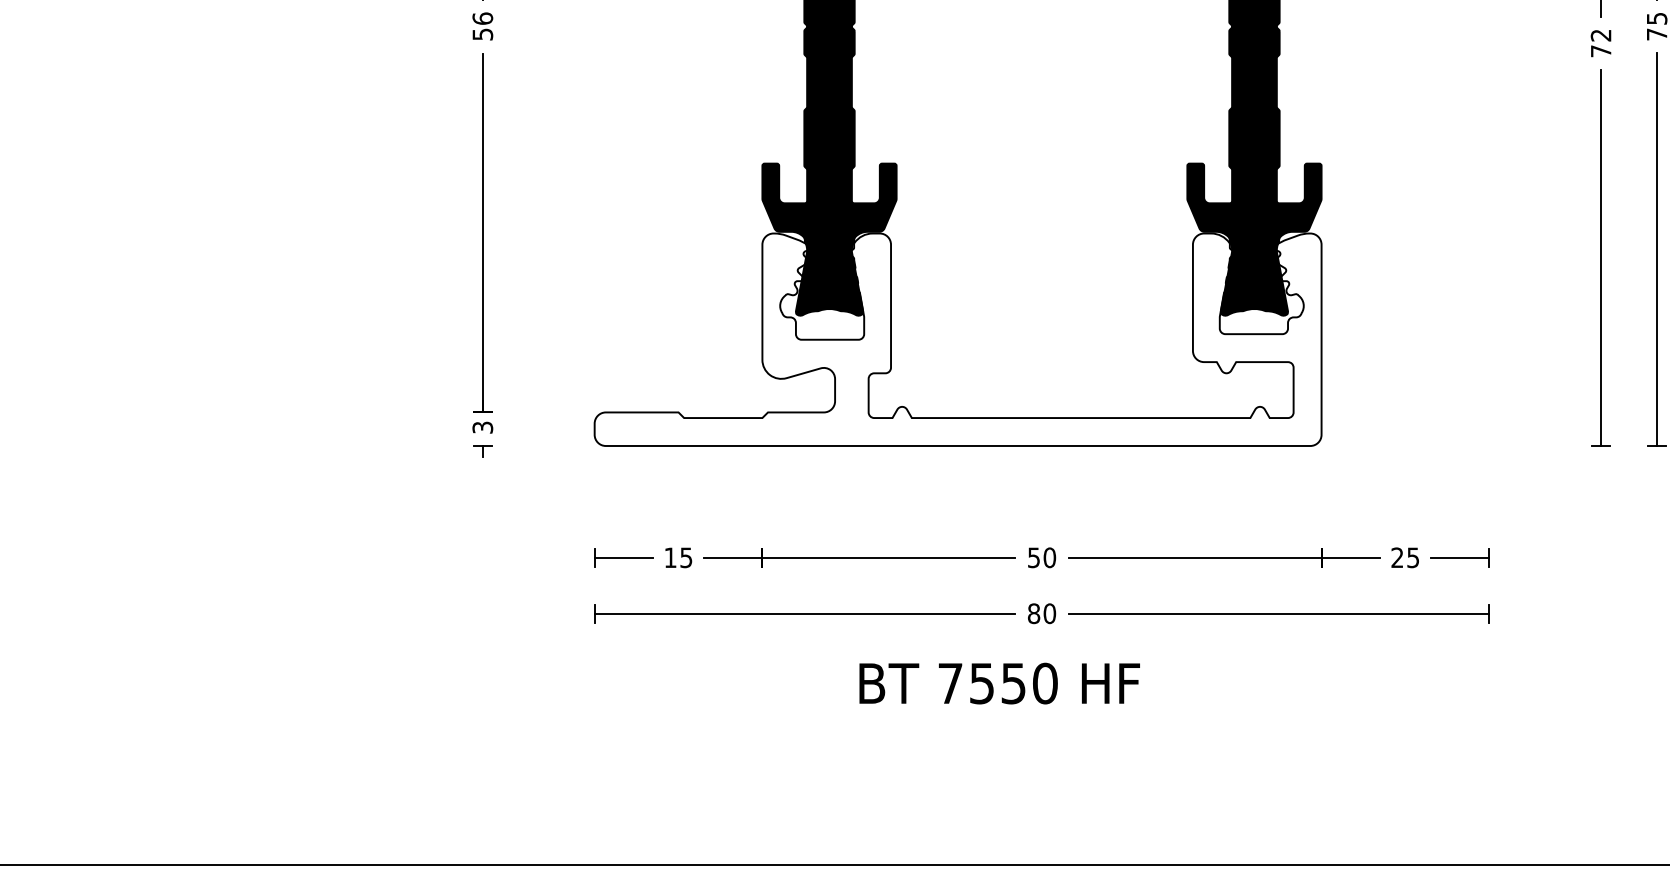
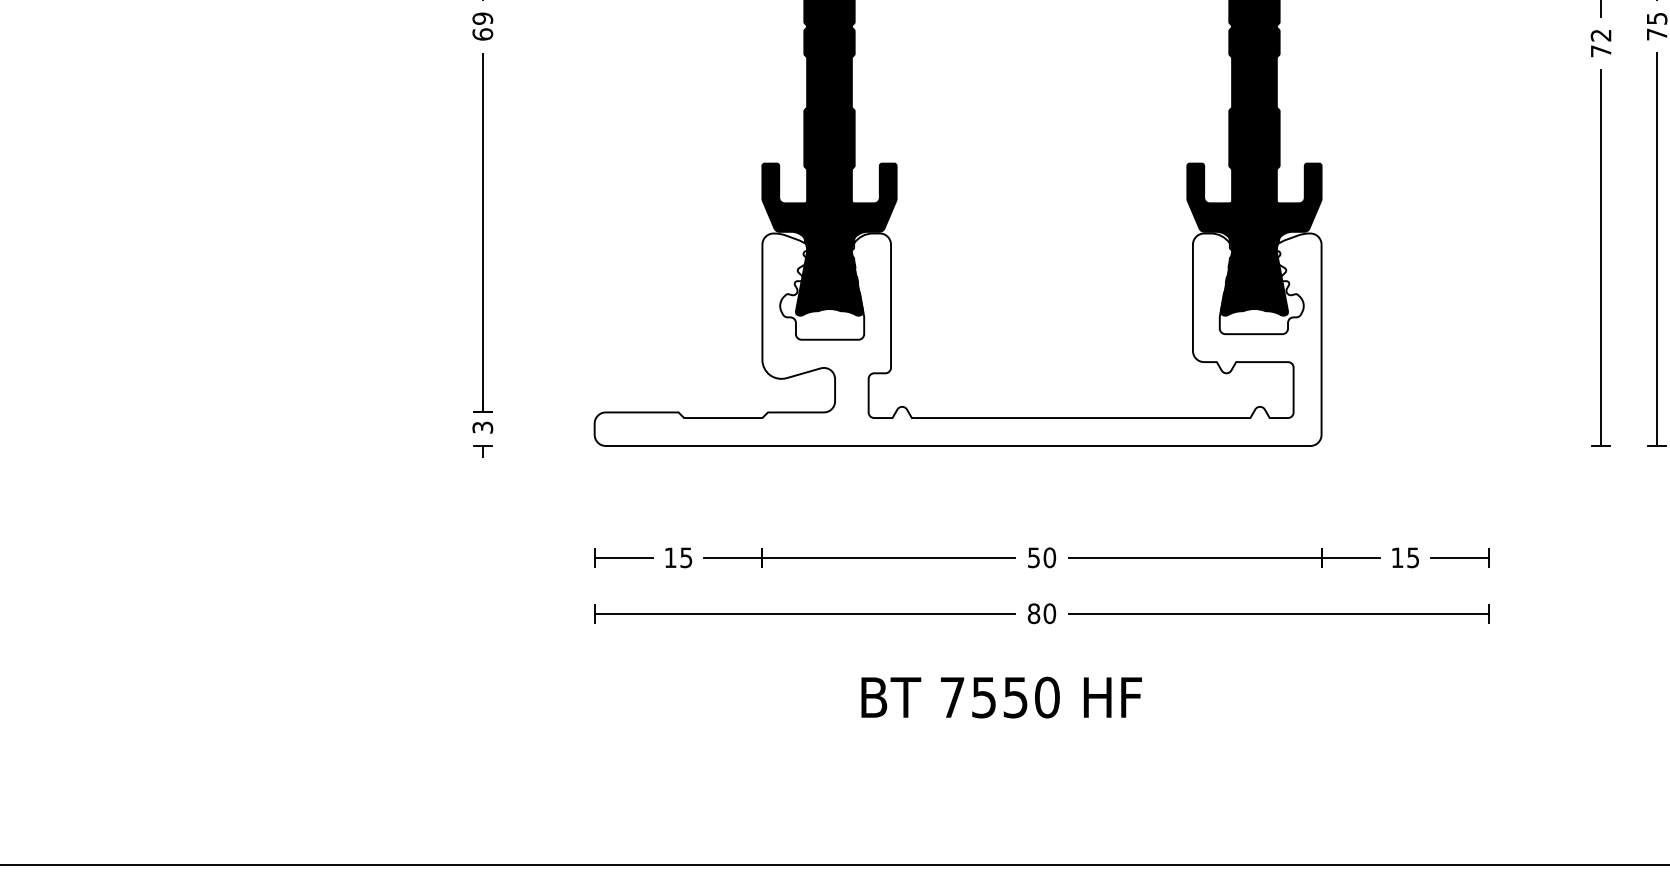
text at (482, 26): 56 -> 69
text at (1397, 557): 25 -> 15
text at (999, 683) position: (999, 683) -> (1001, 697)
